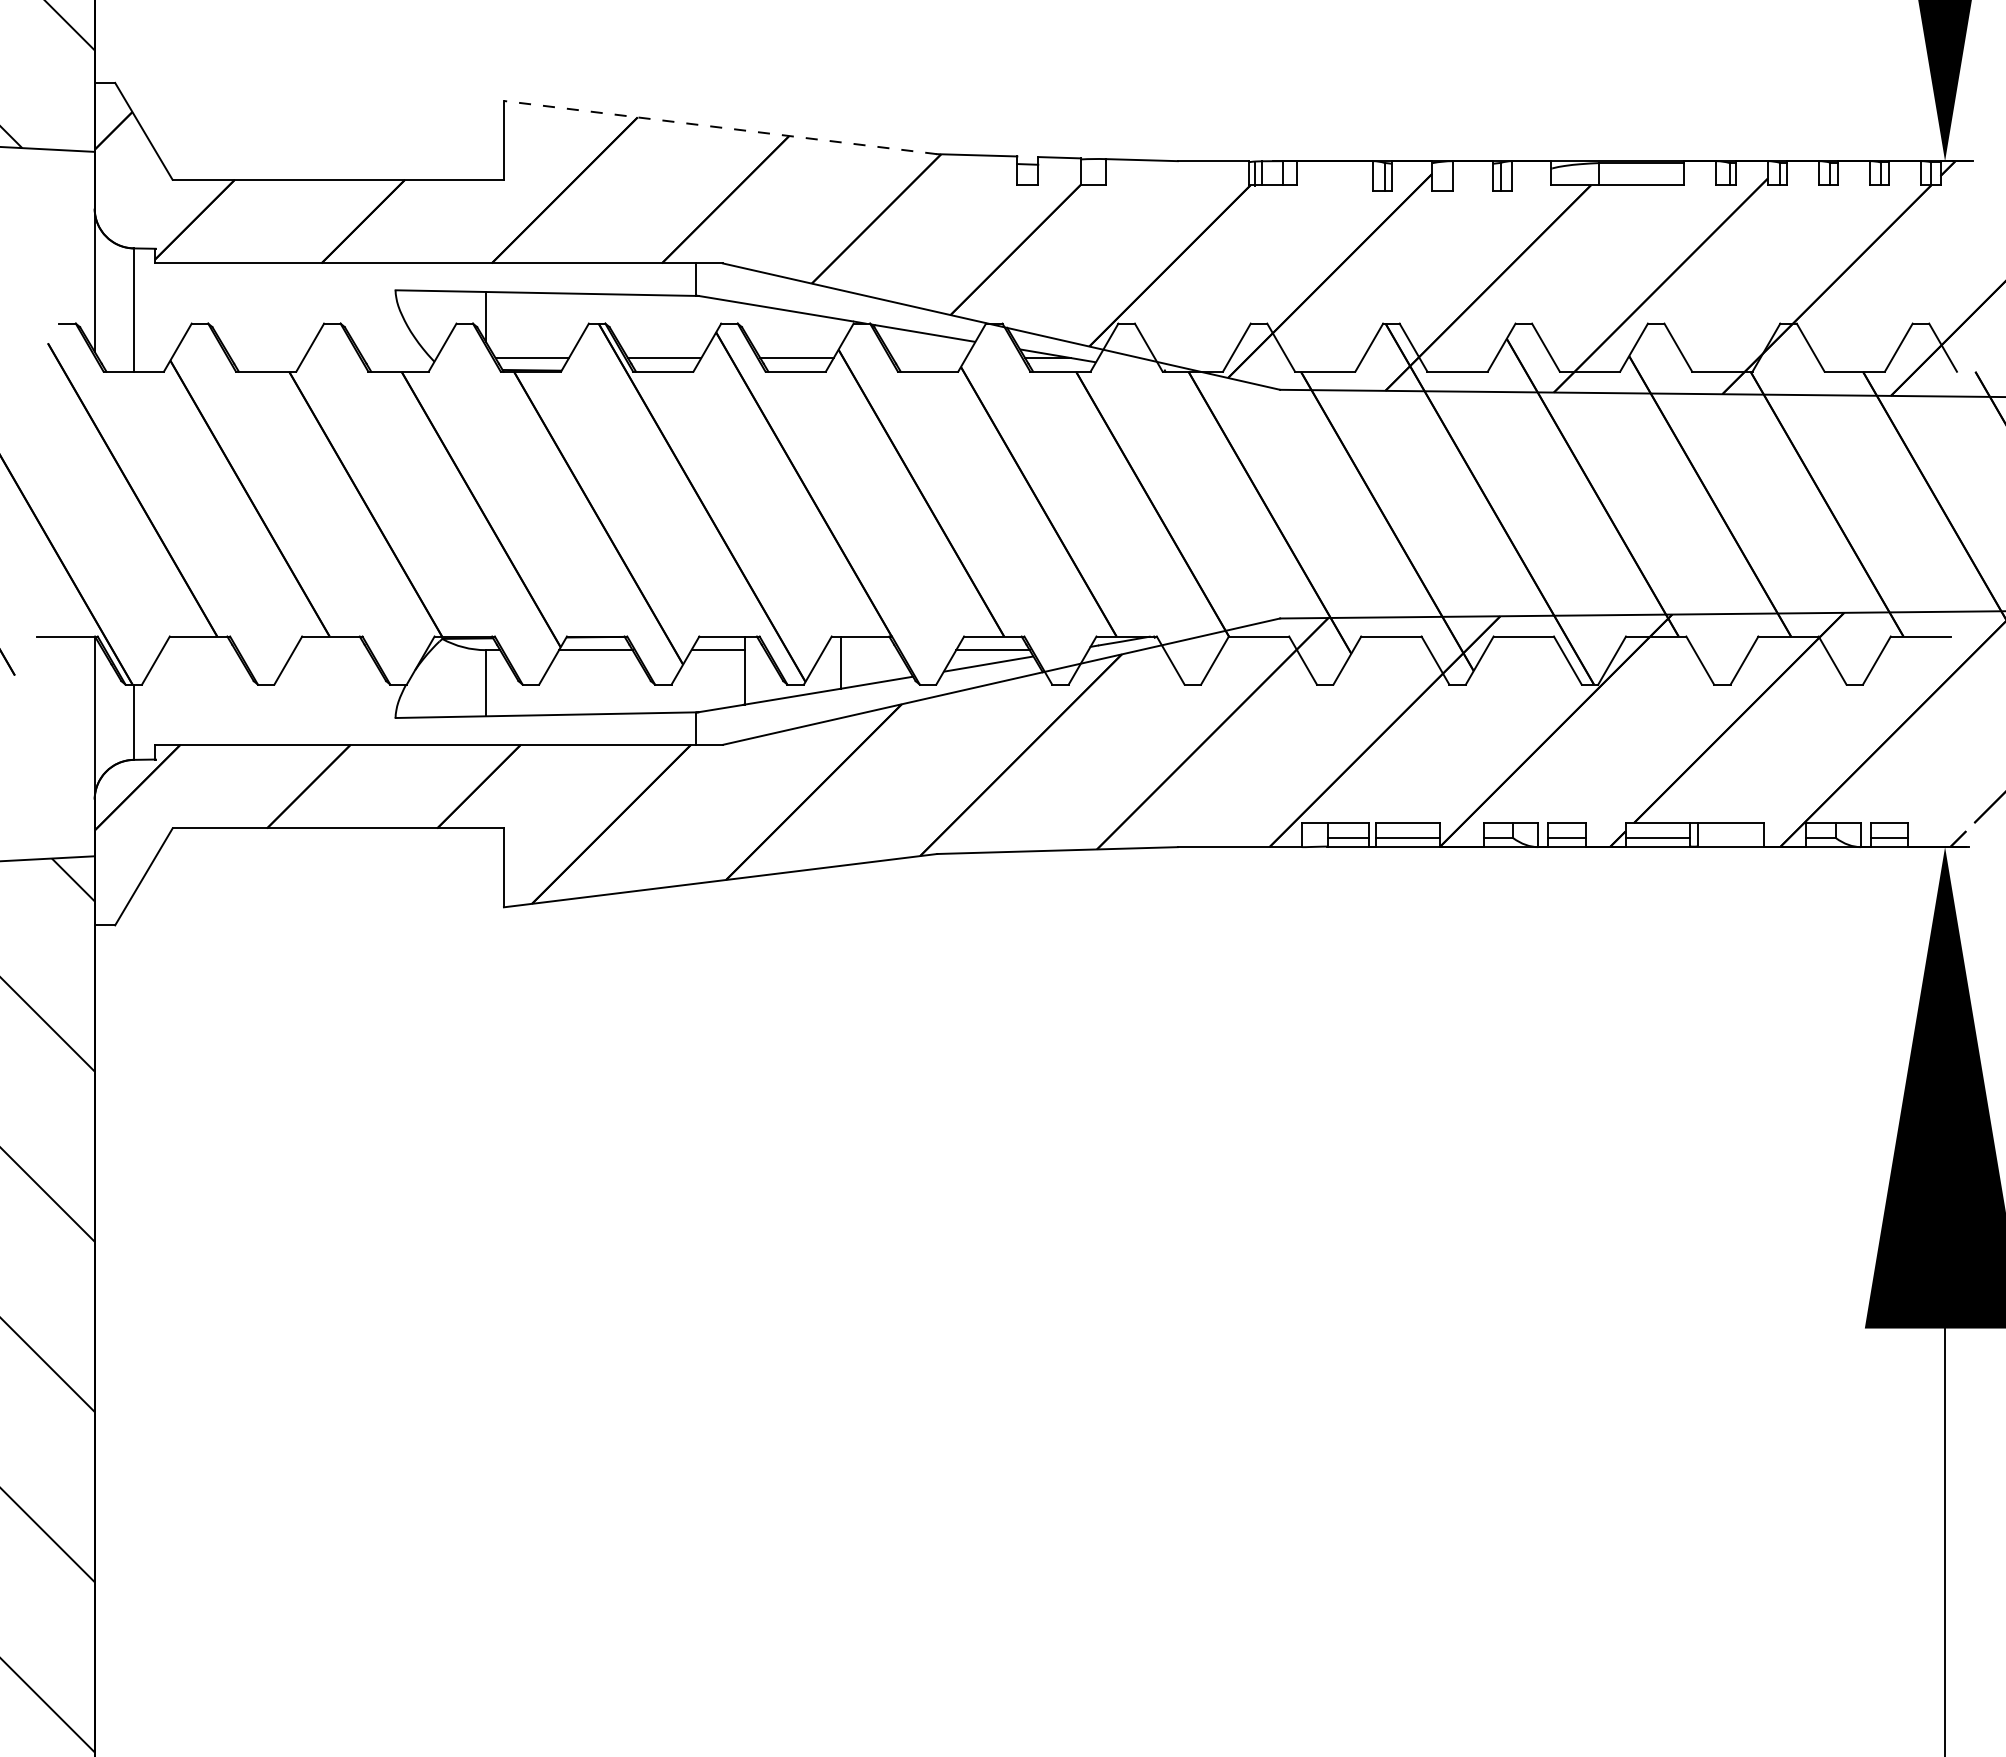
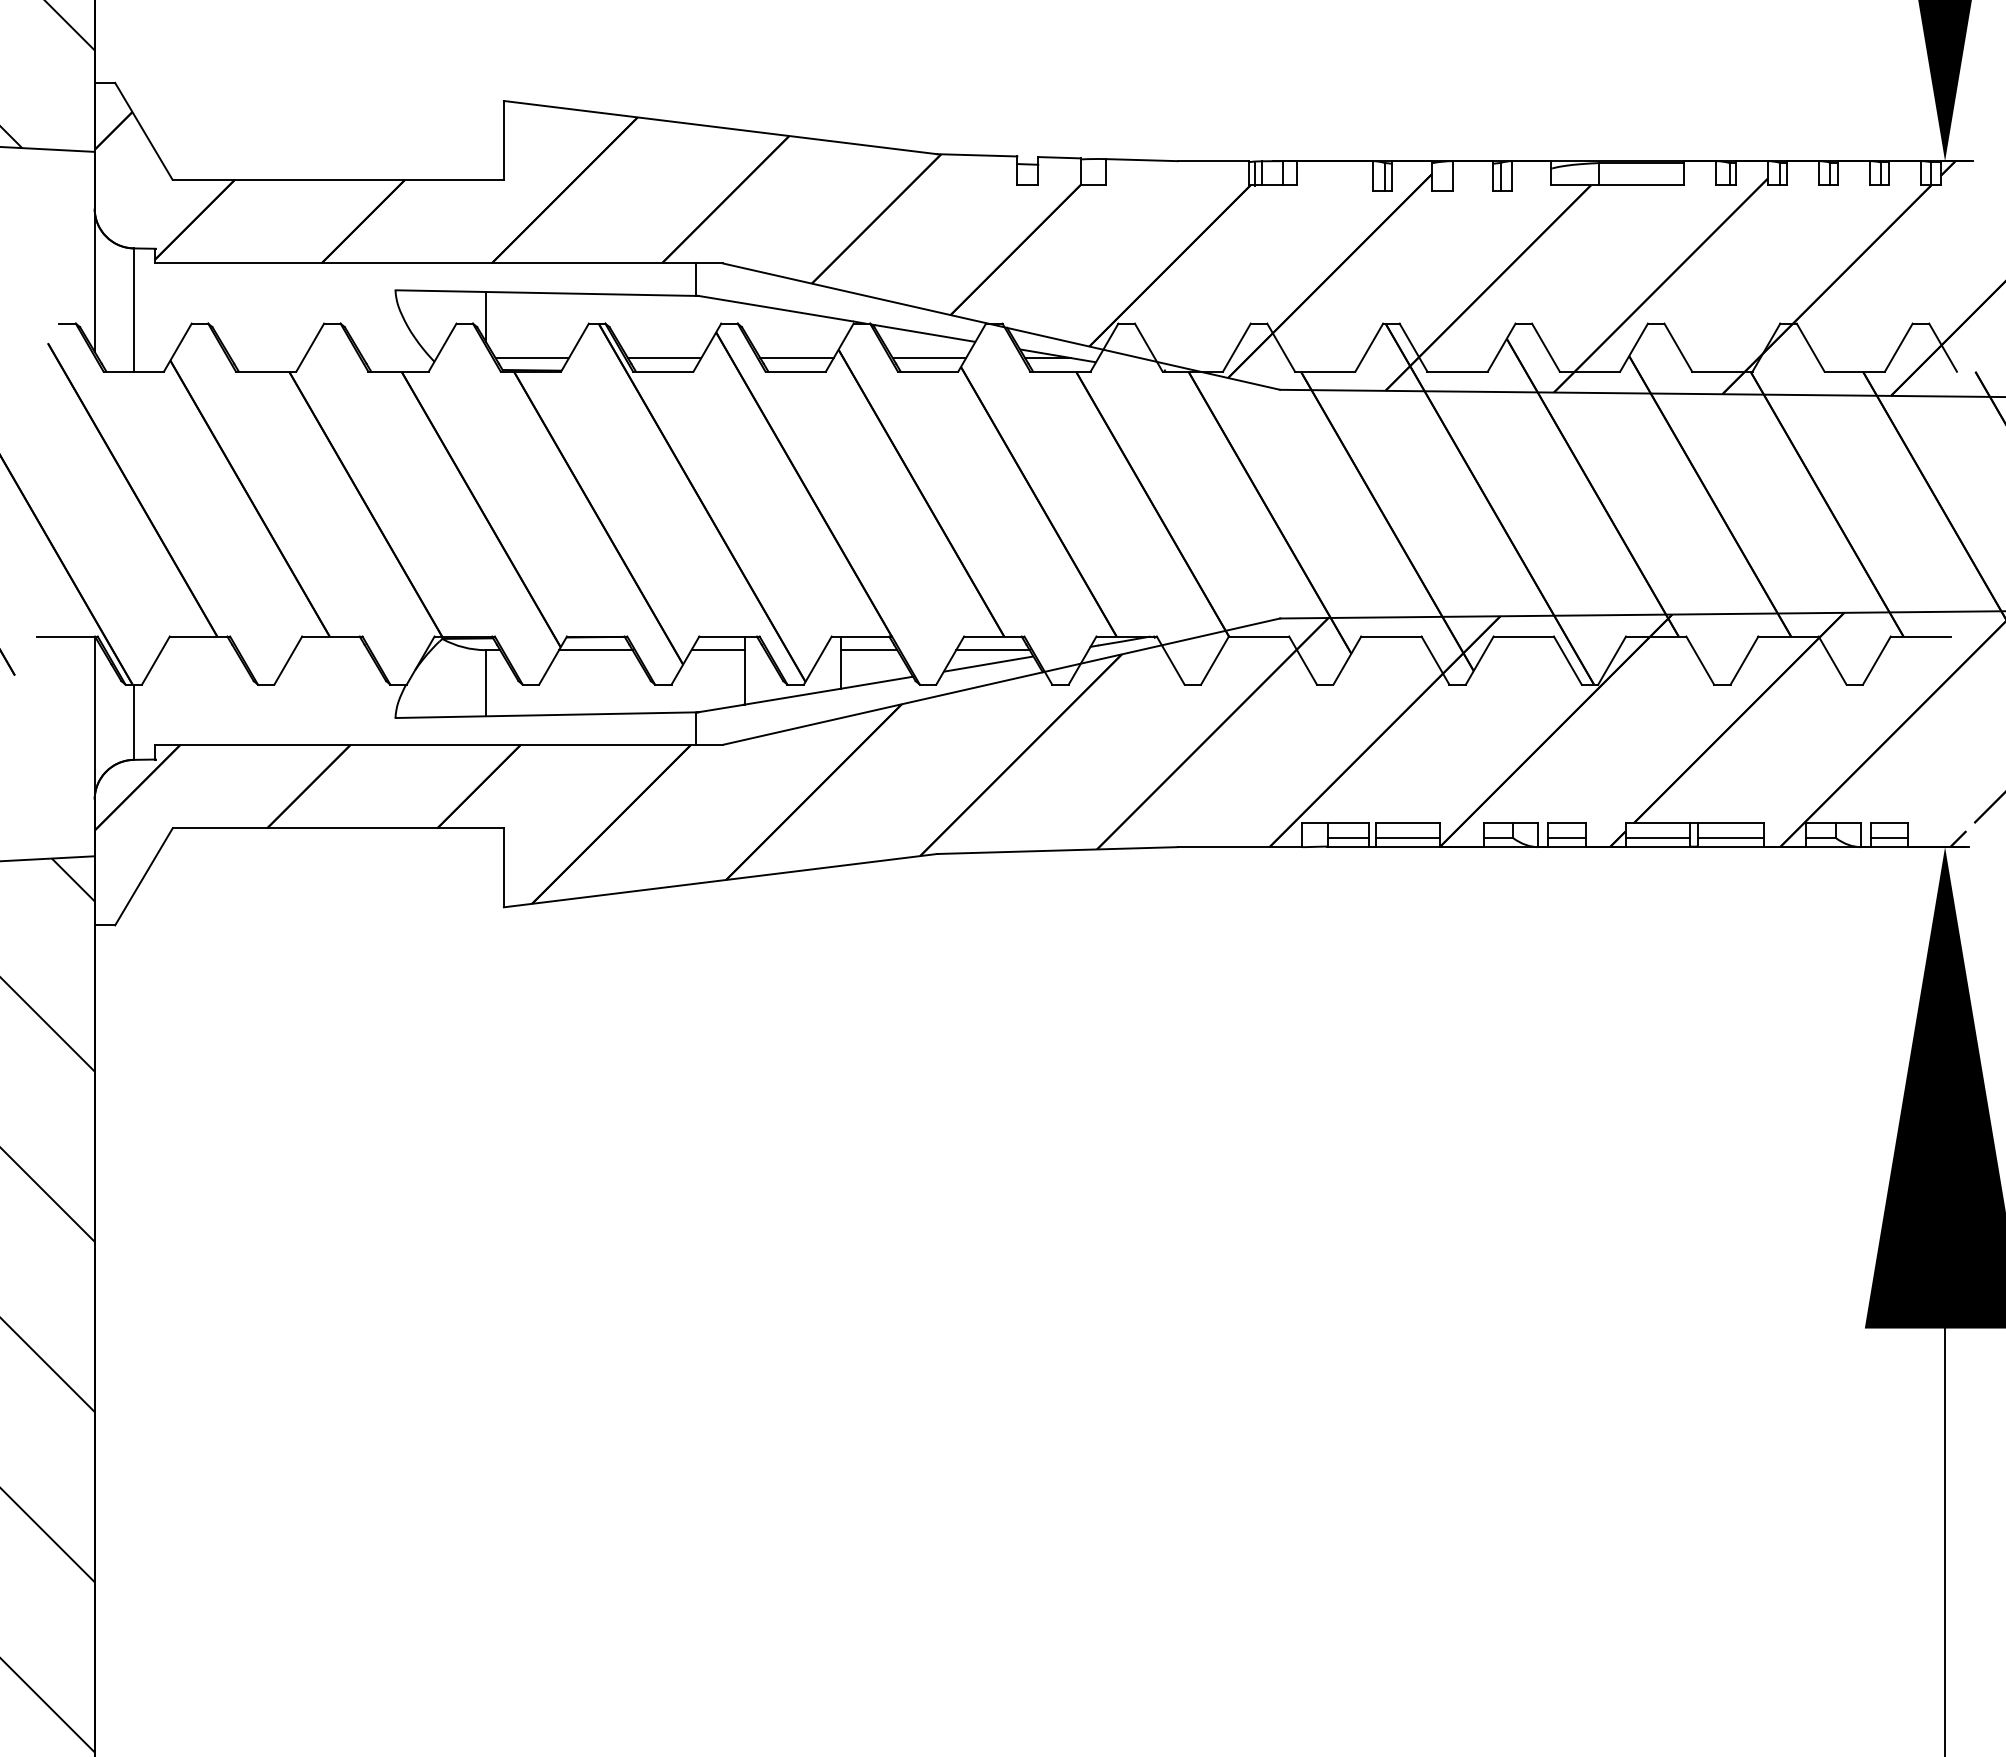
line at (720, 127): dashed -> solid
line at (929, 358): none -> present
line at (868, 650): none -> present
line at (1730, 838): none -> present
